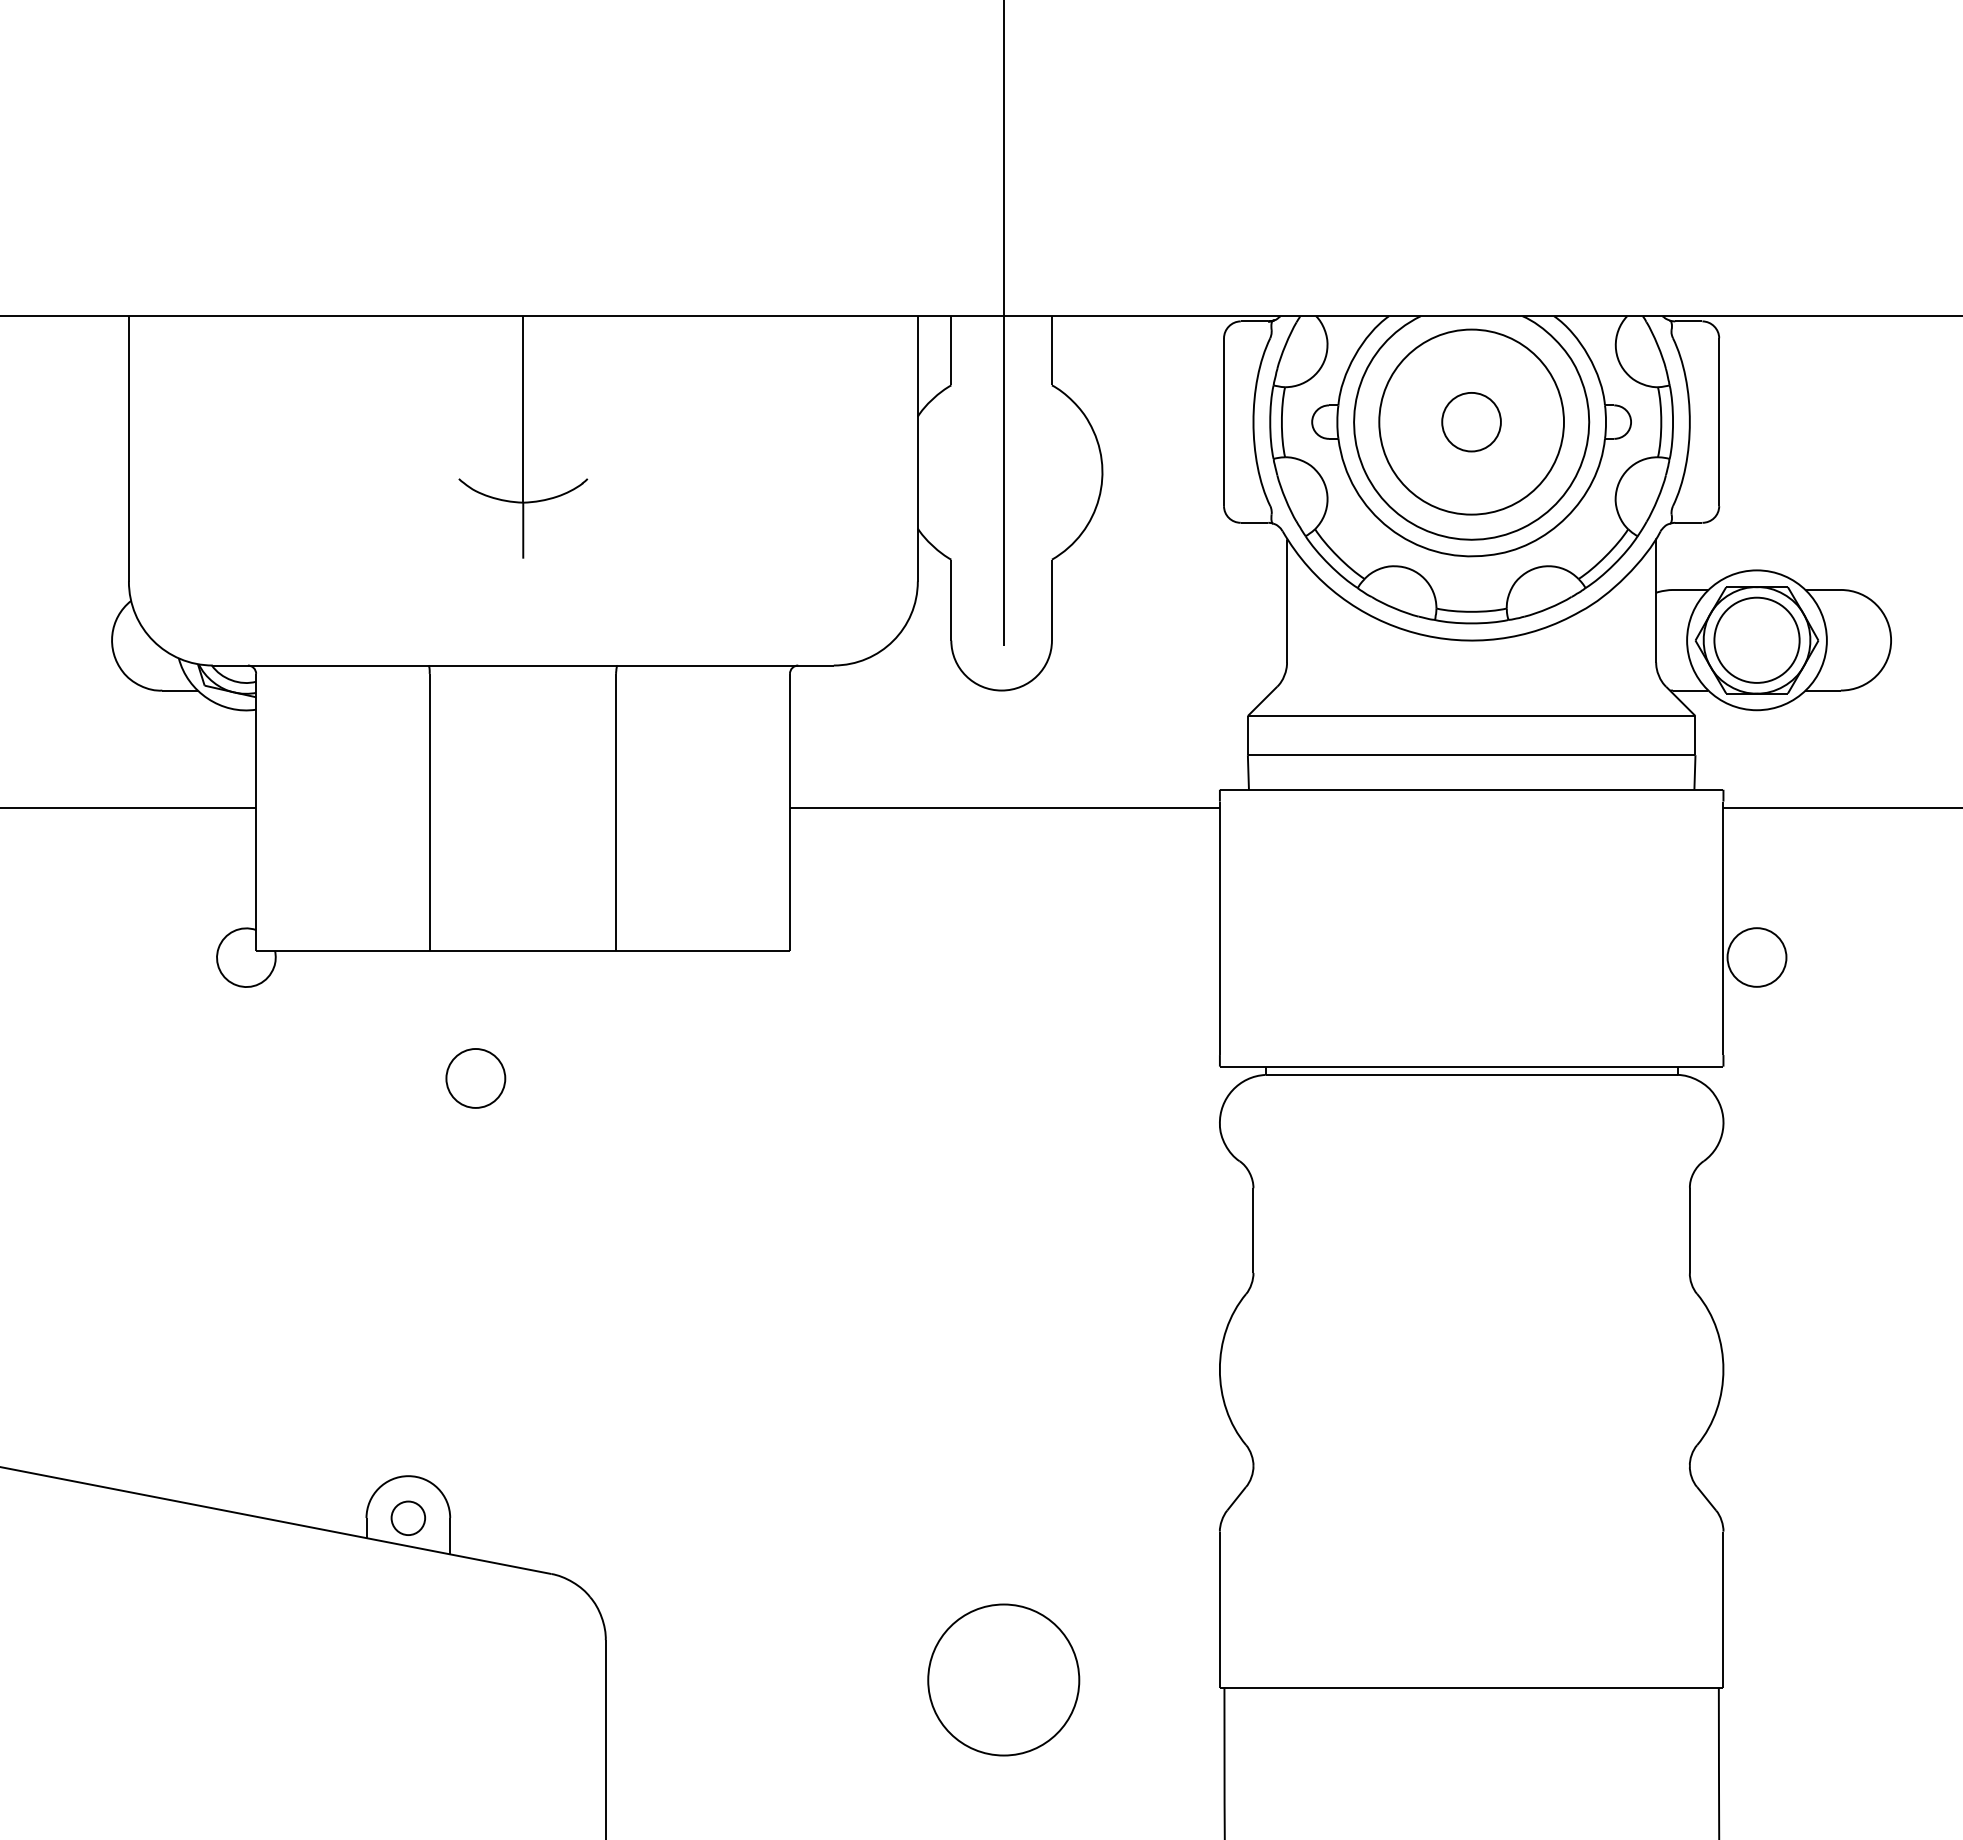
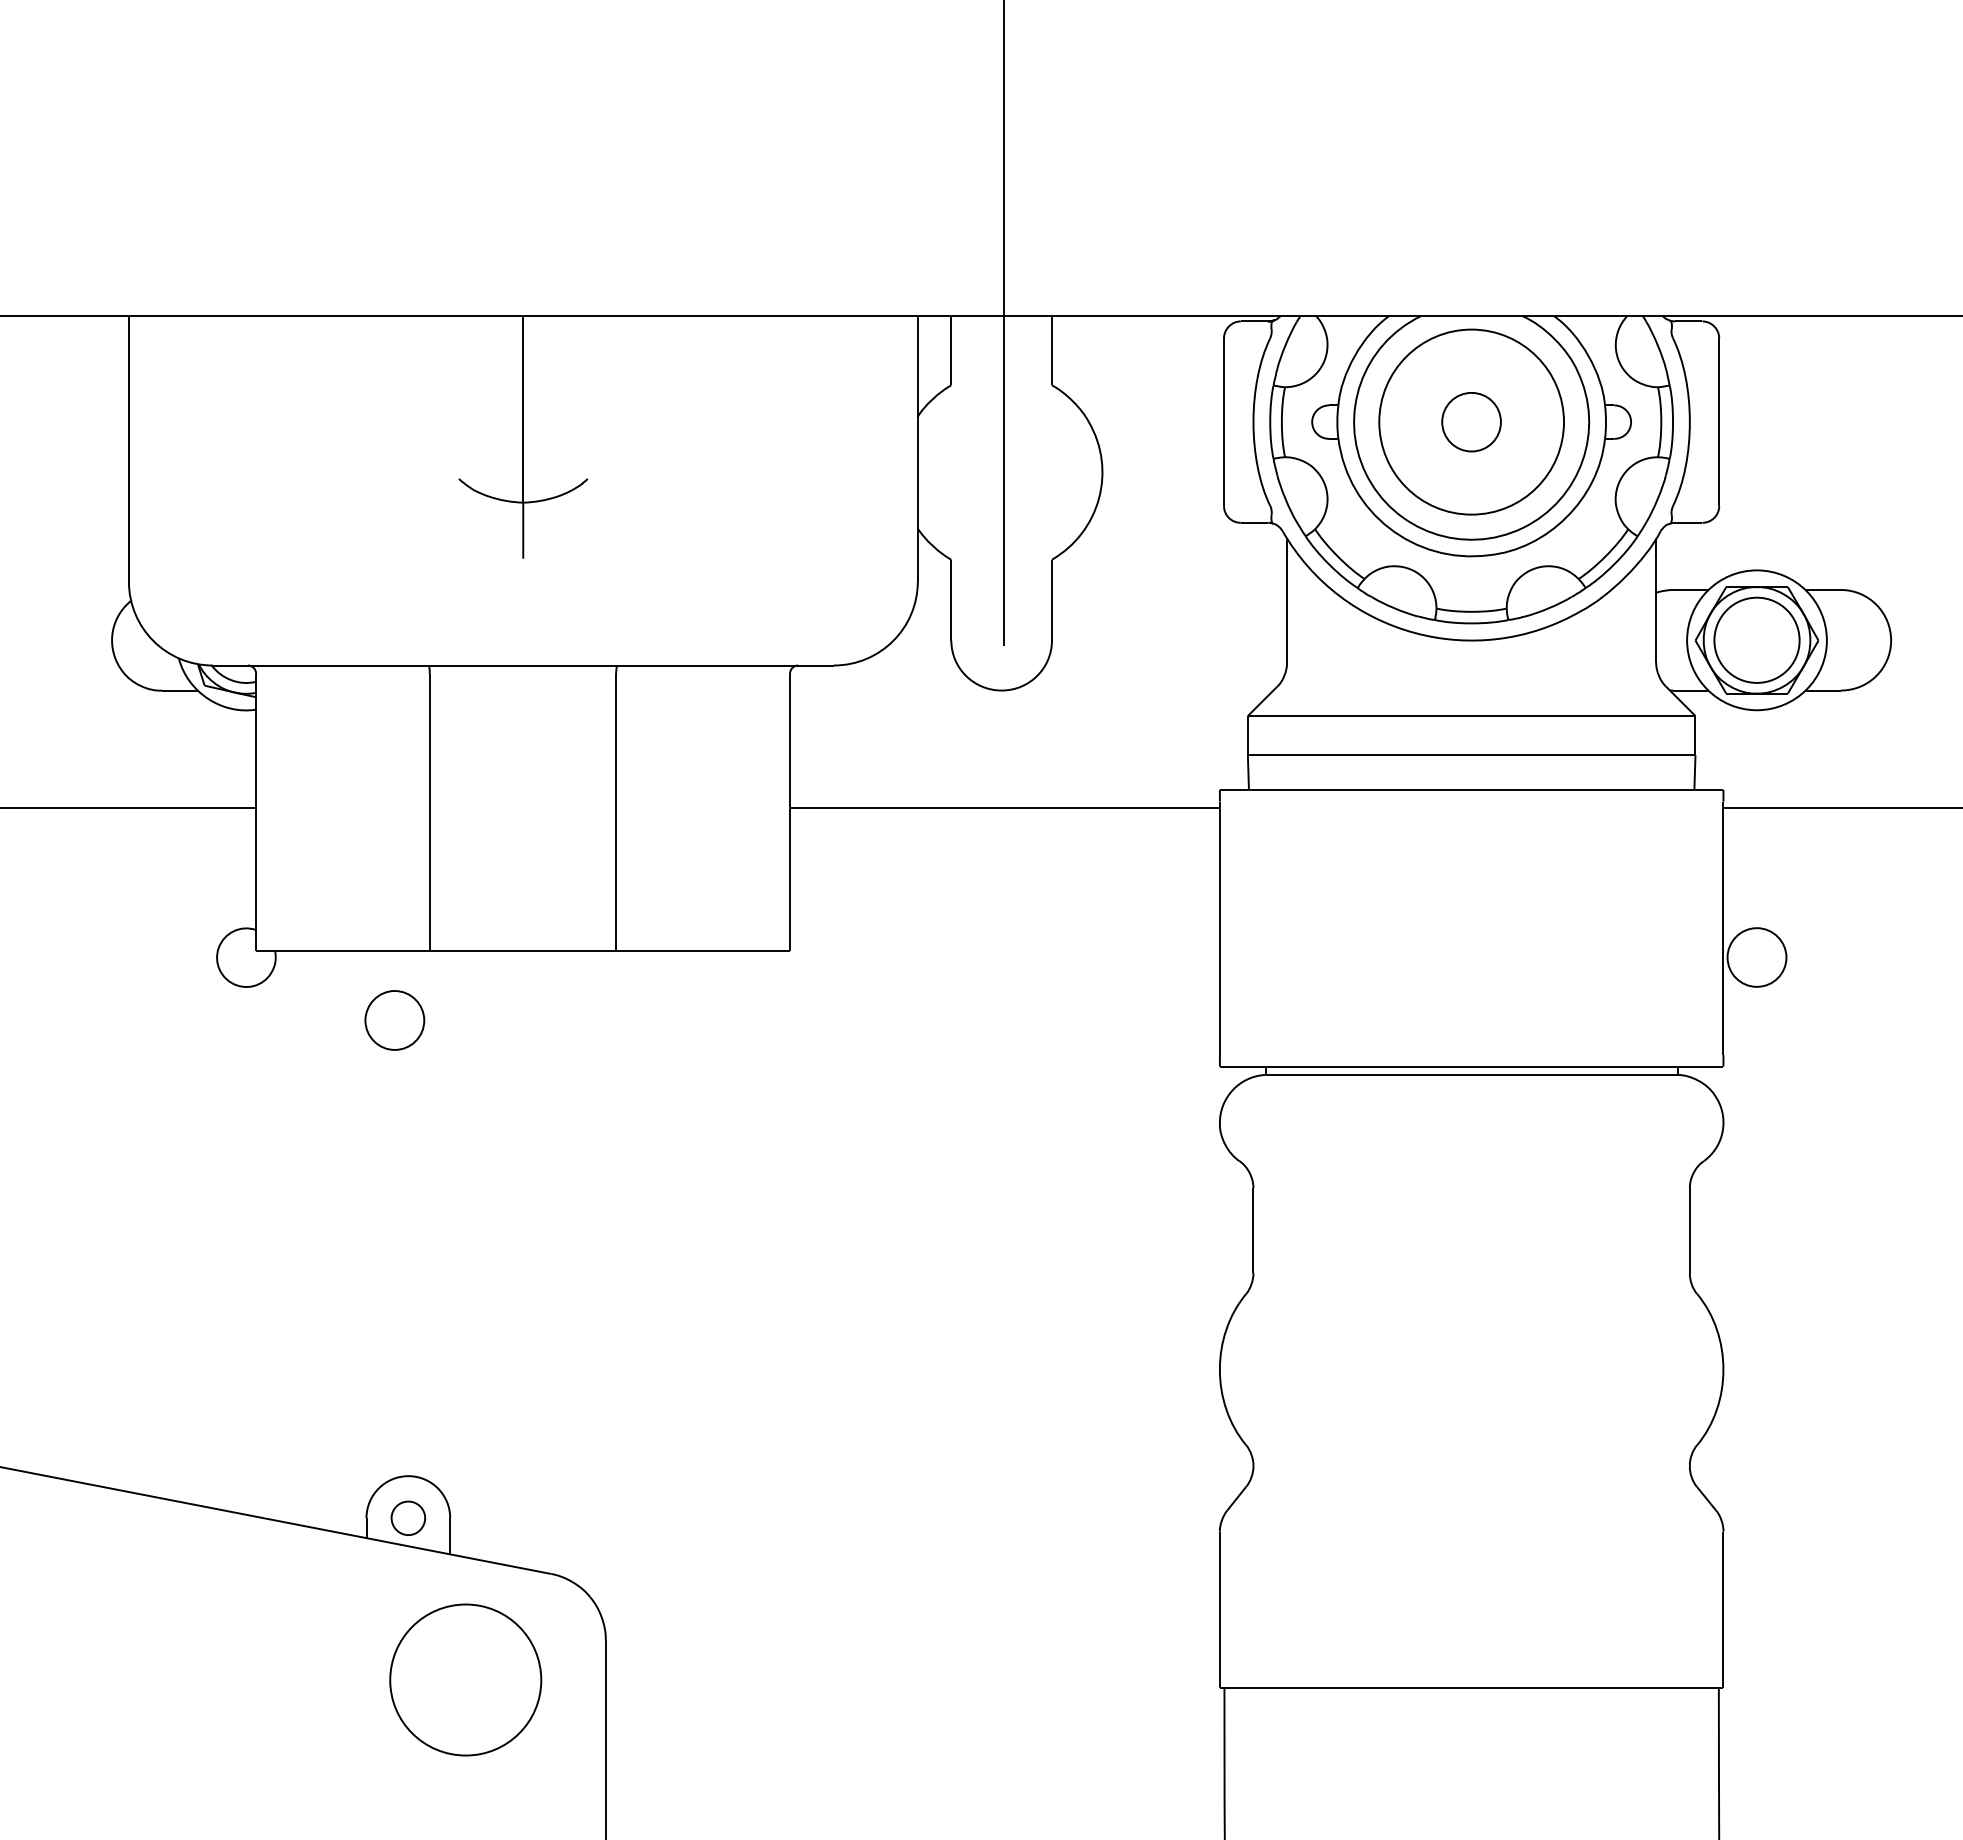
part at (475, 1078) position: (475, 1078) -> (394, 1020)
part at (1003, 1679) position: (1003, 1679) -> (465, 1679)
